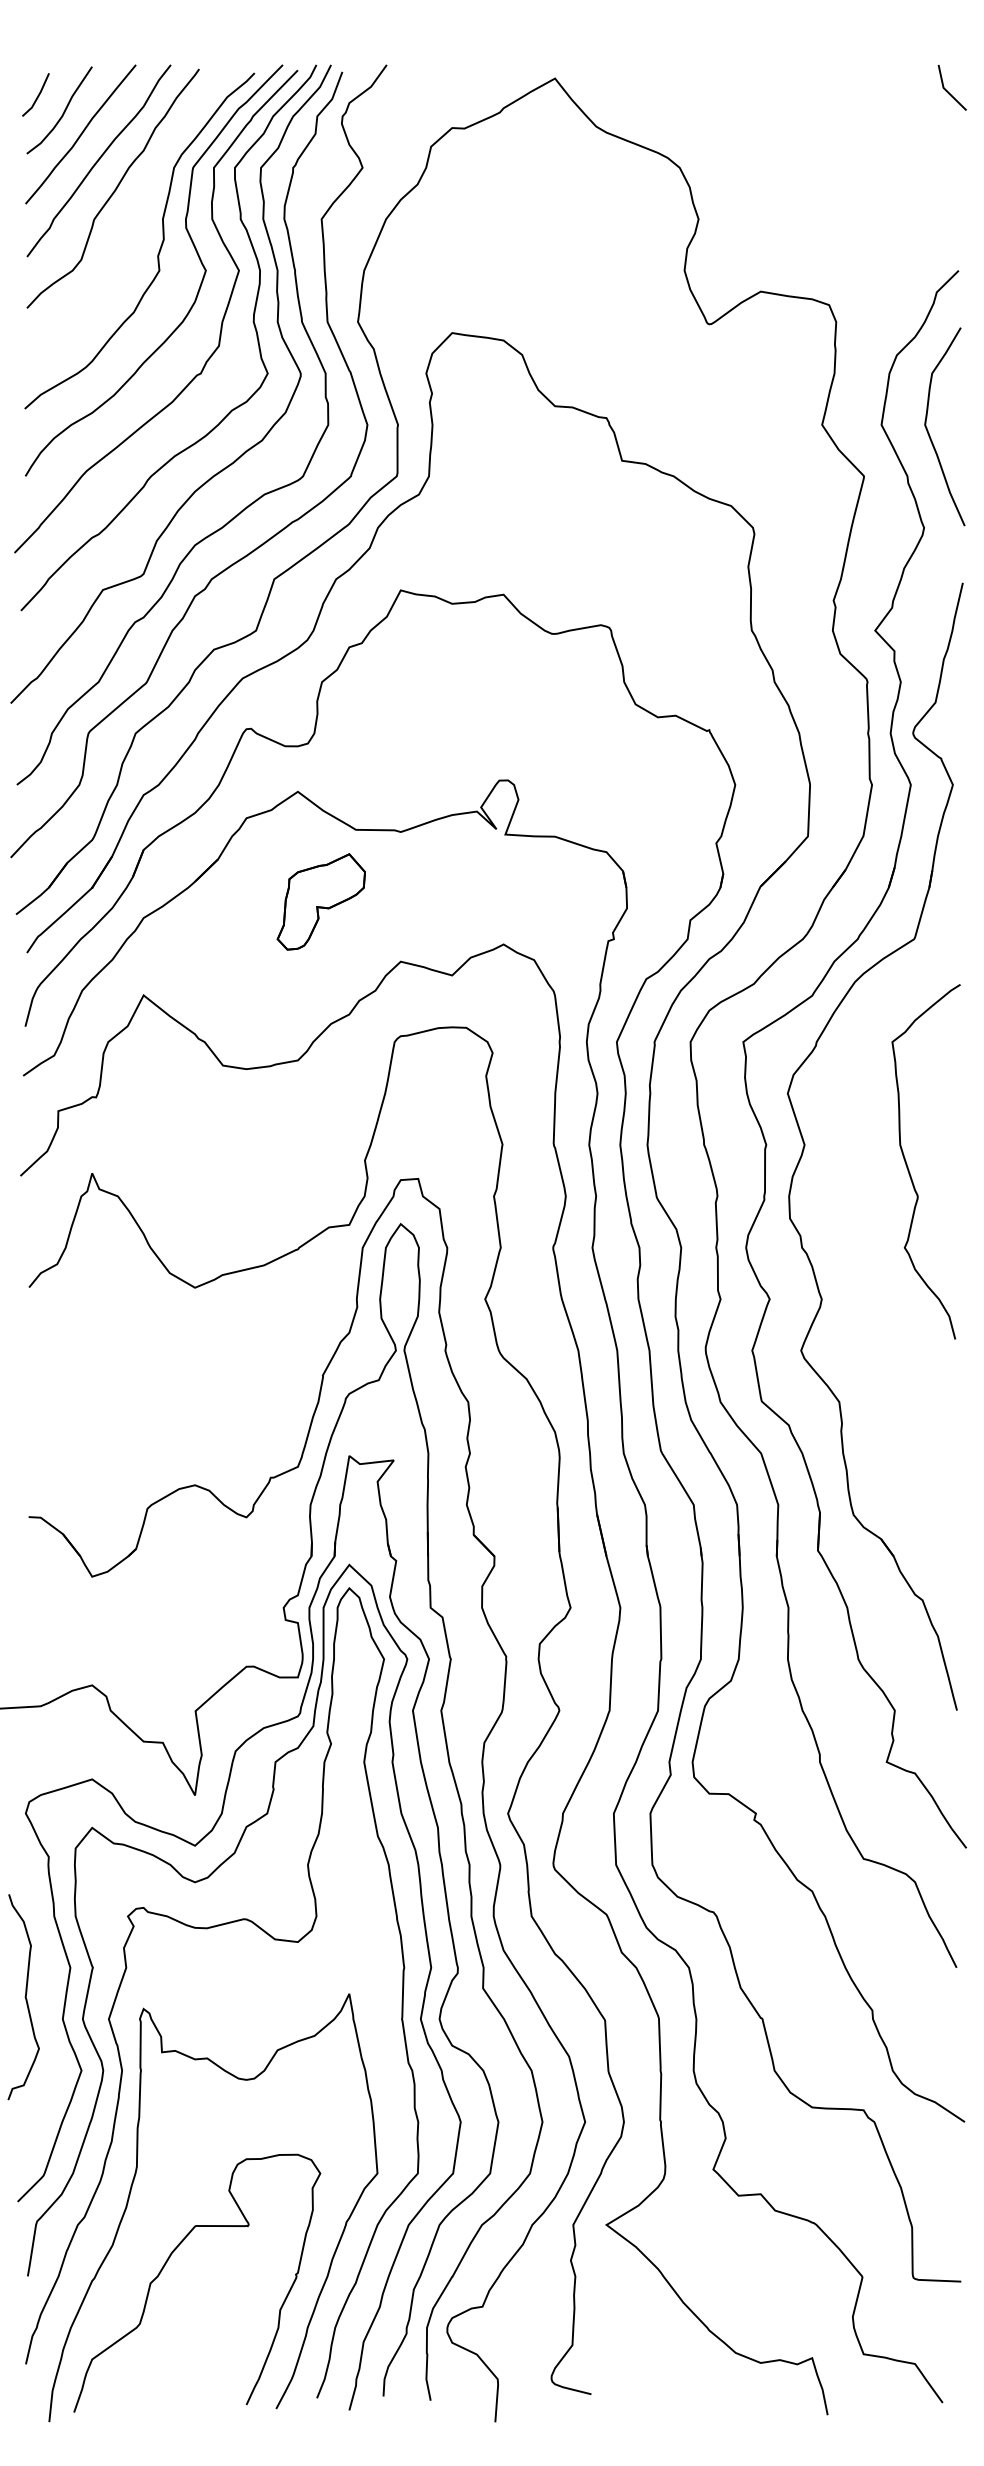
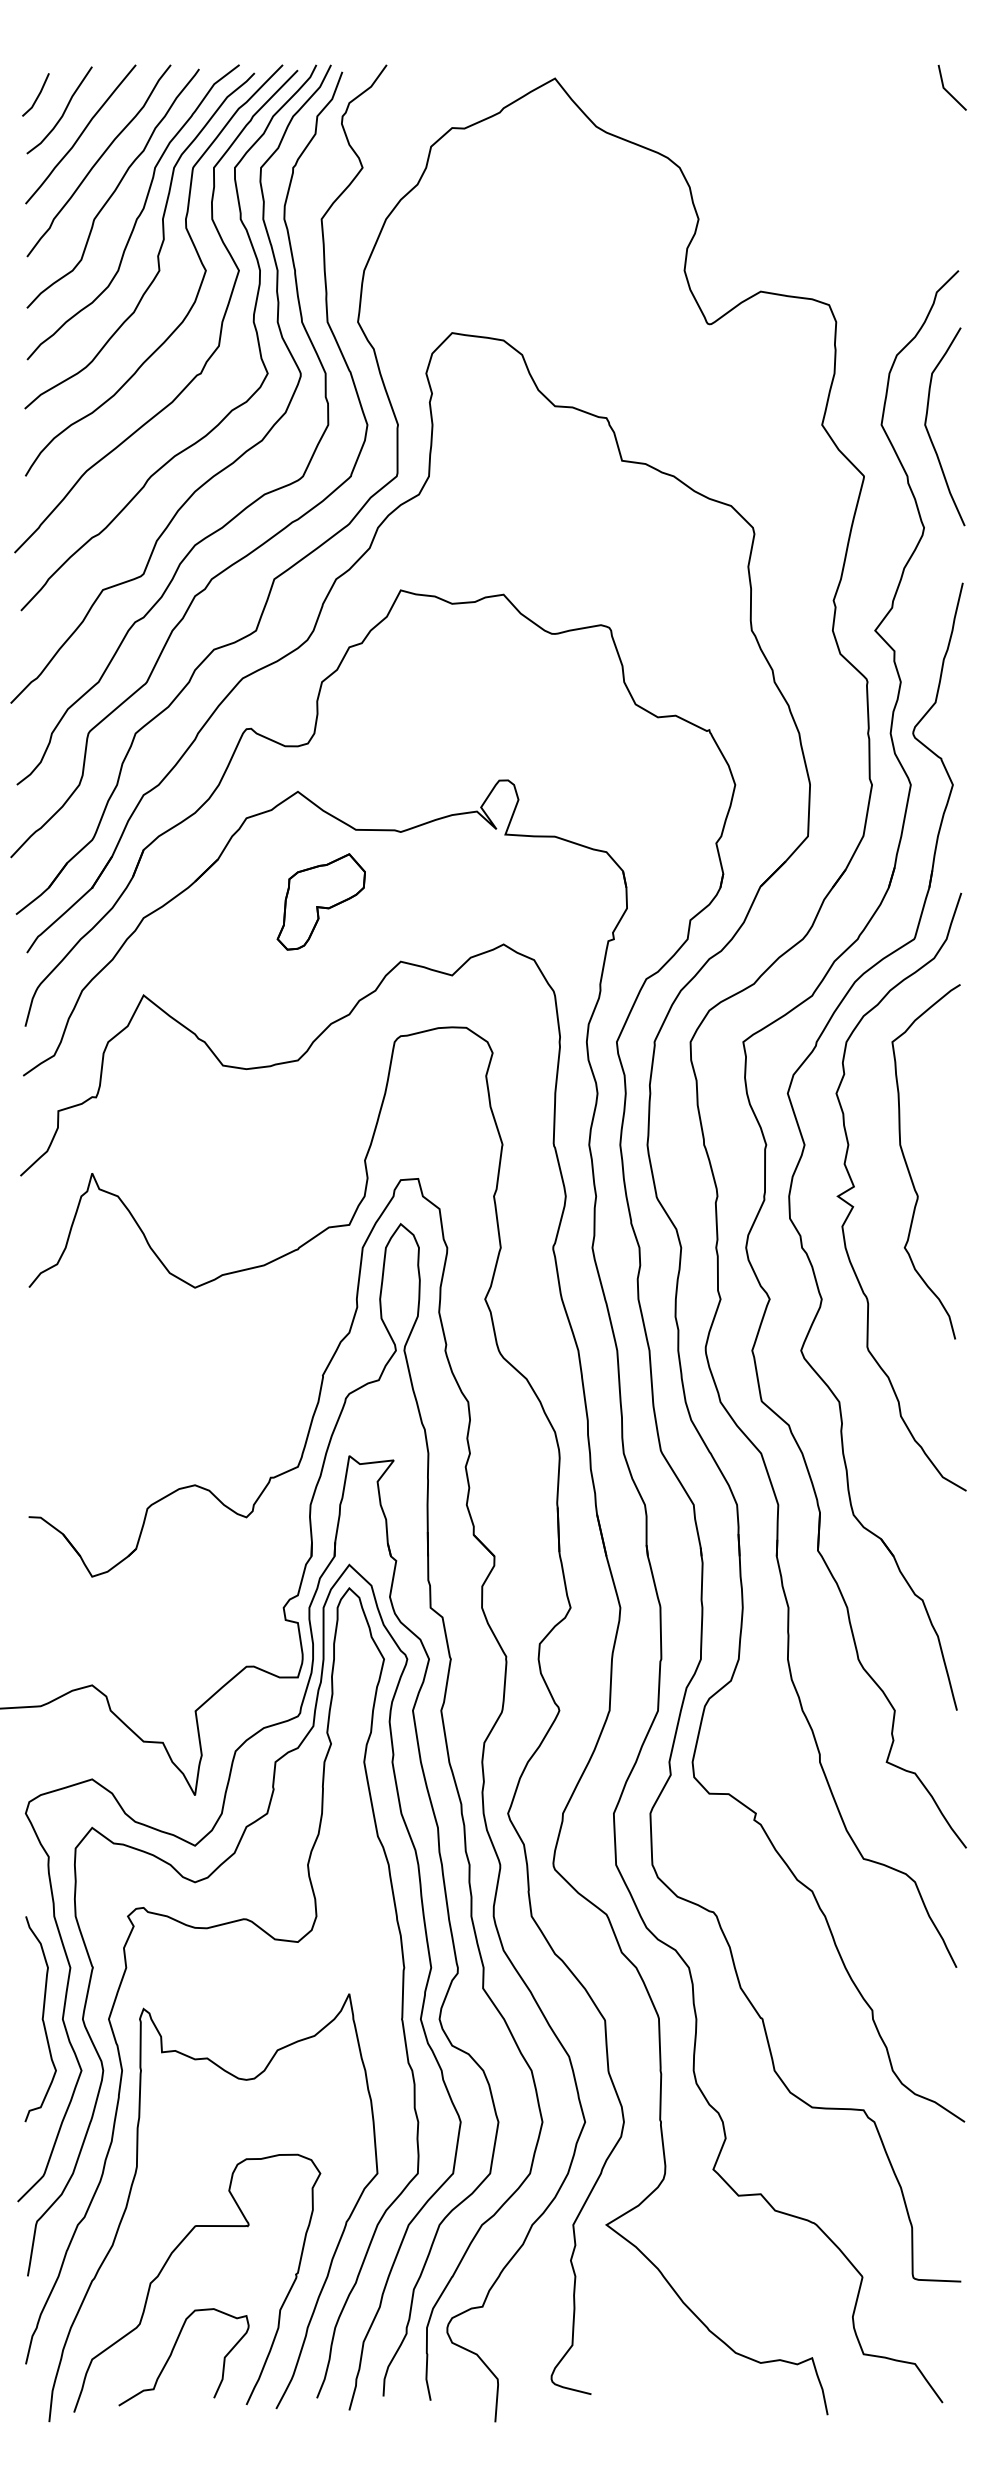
curve at (137, 216): none -> present
curve at (854, 1187): none -> present
curve at (24, 1997) position: (24, 1997) -> (41, 2019)
curve at (173, 2351): none -> present
